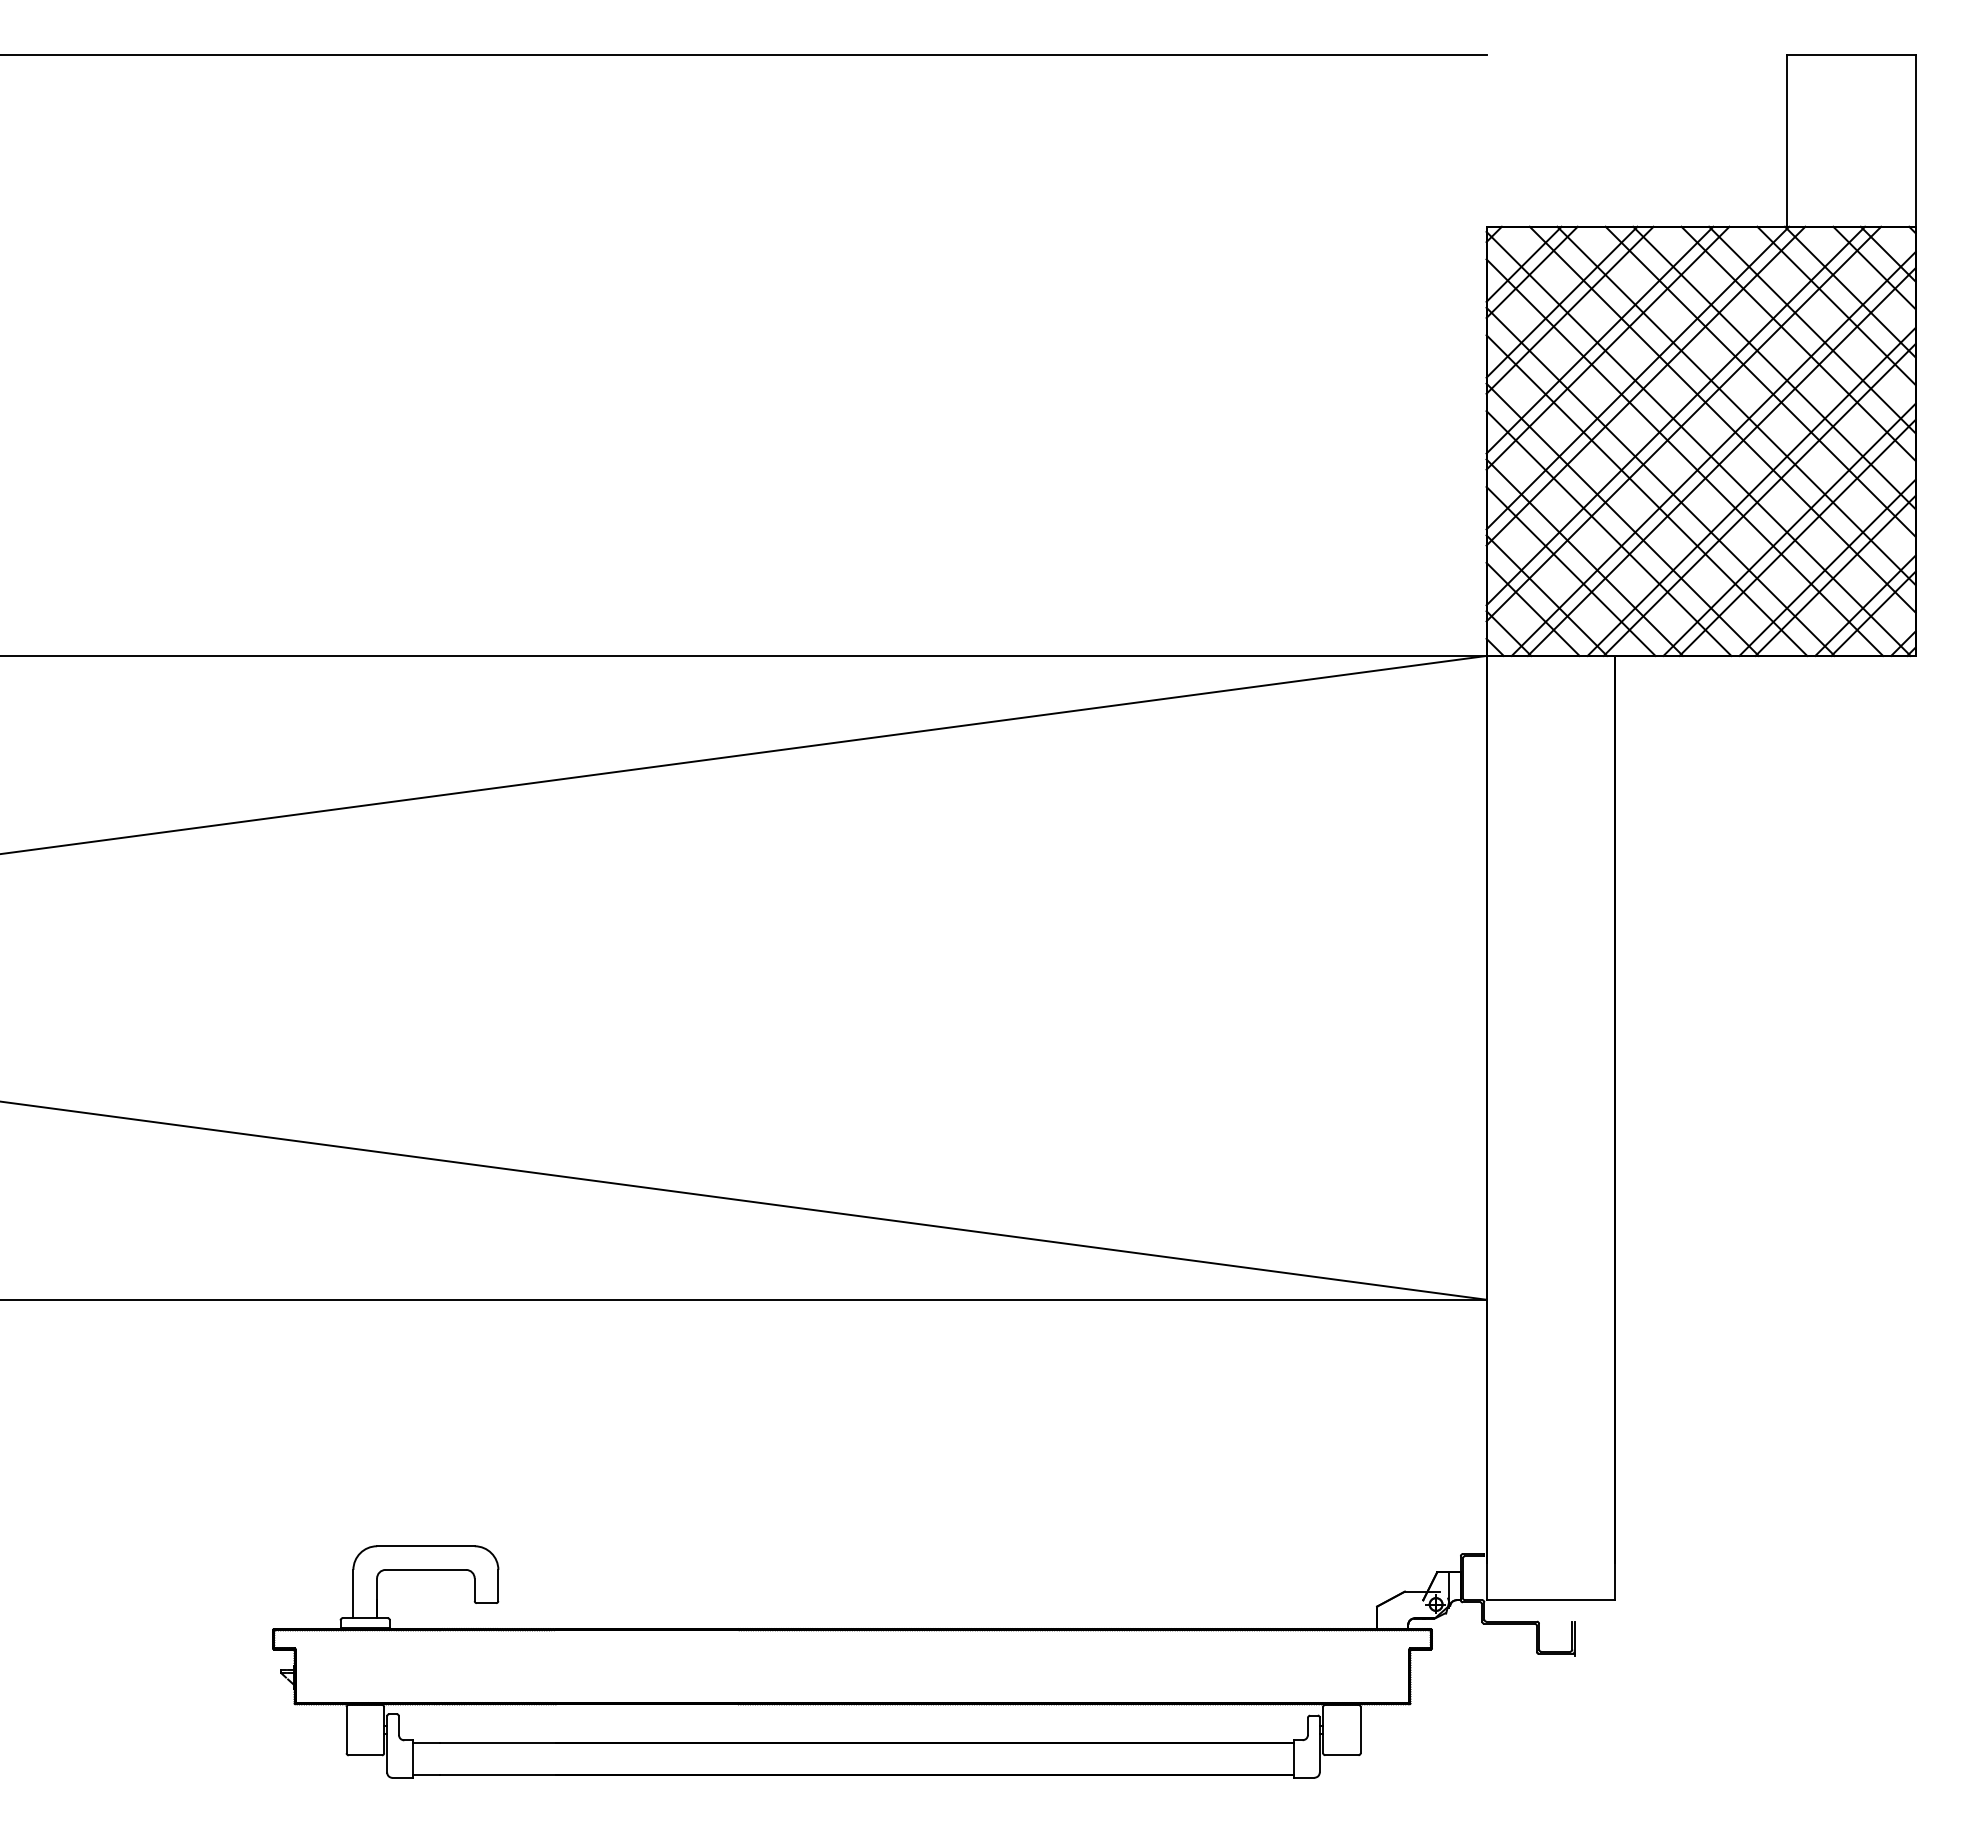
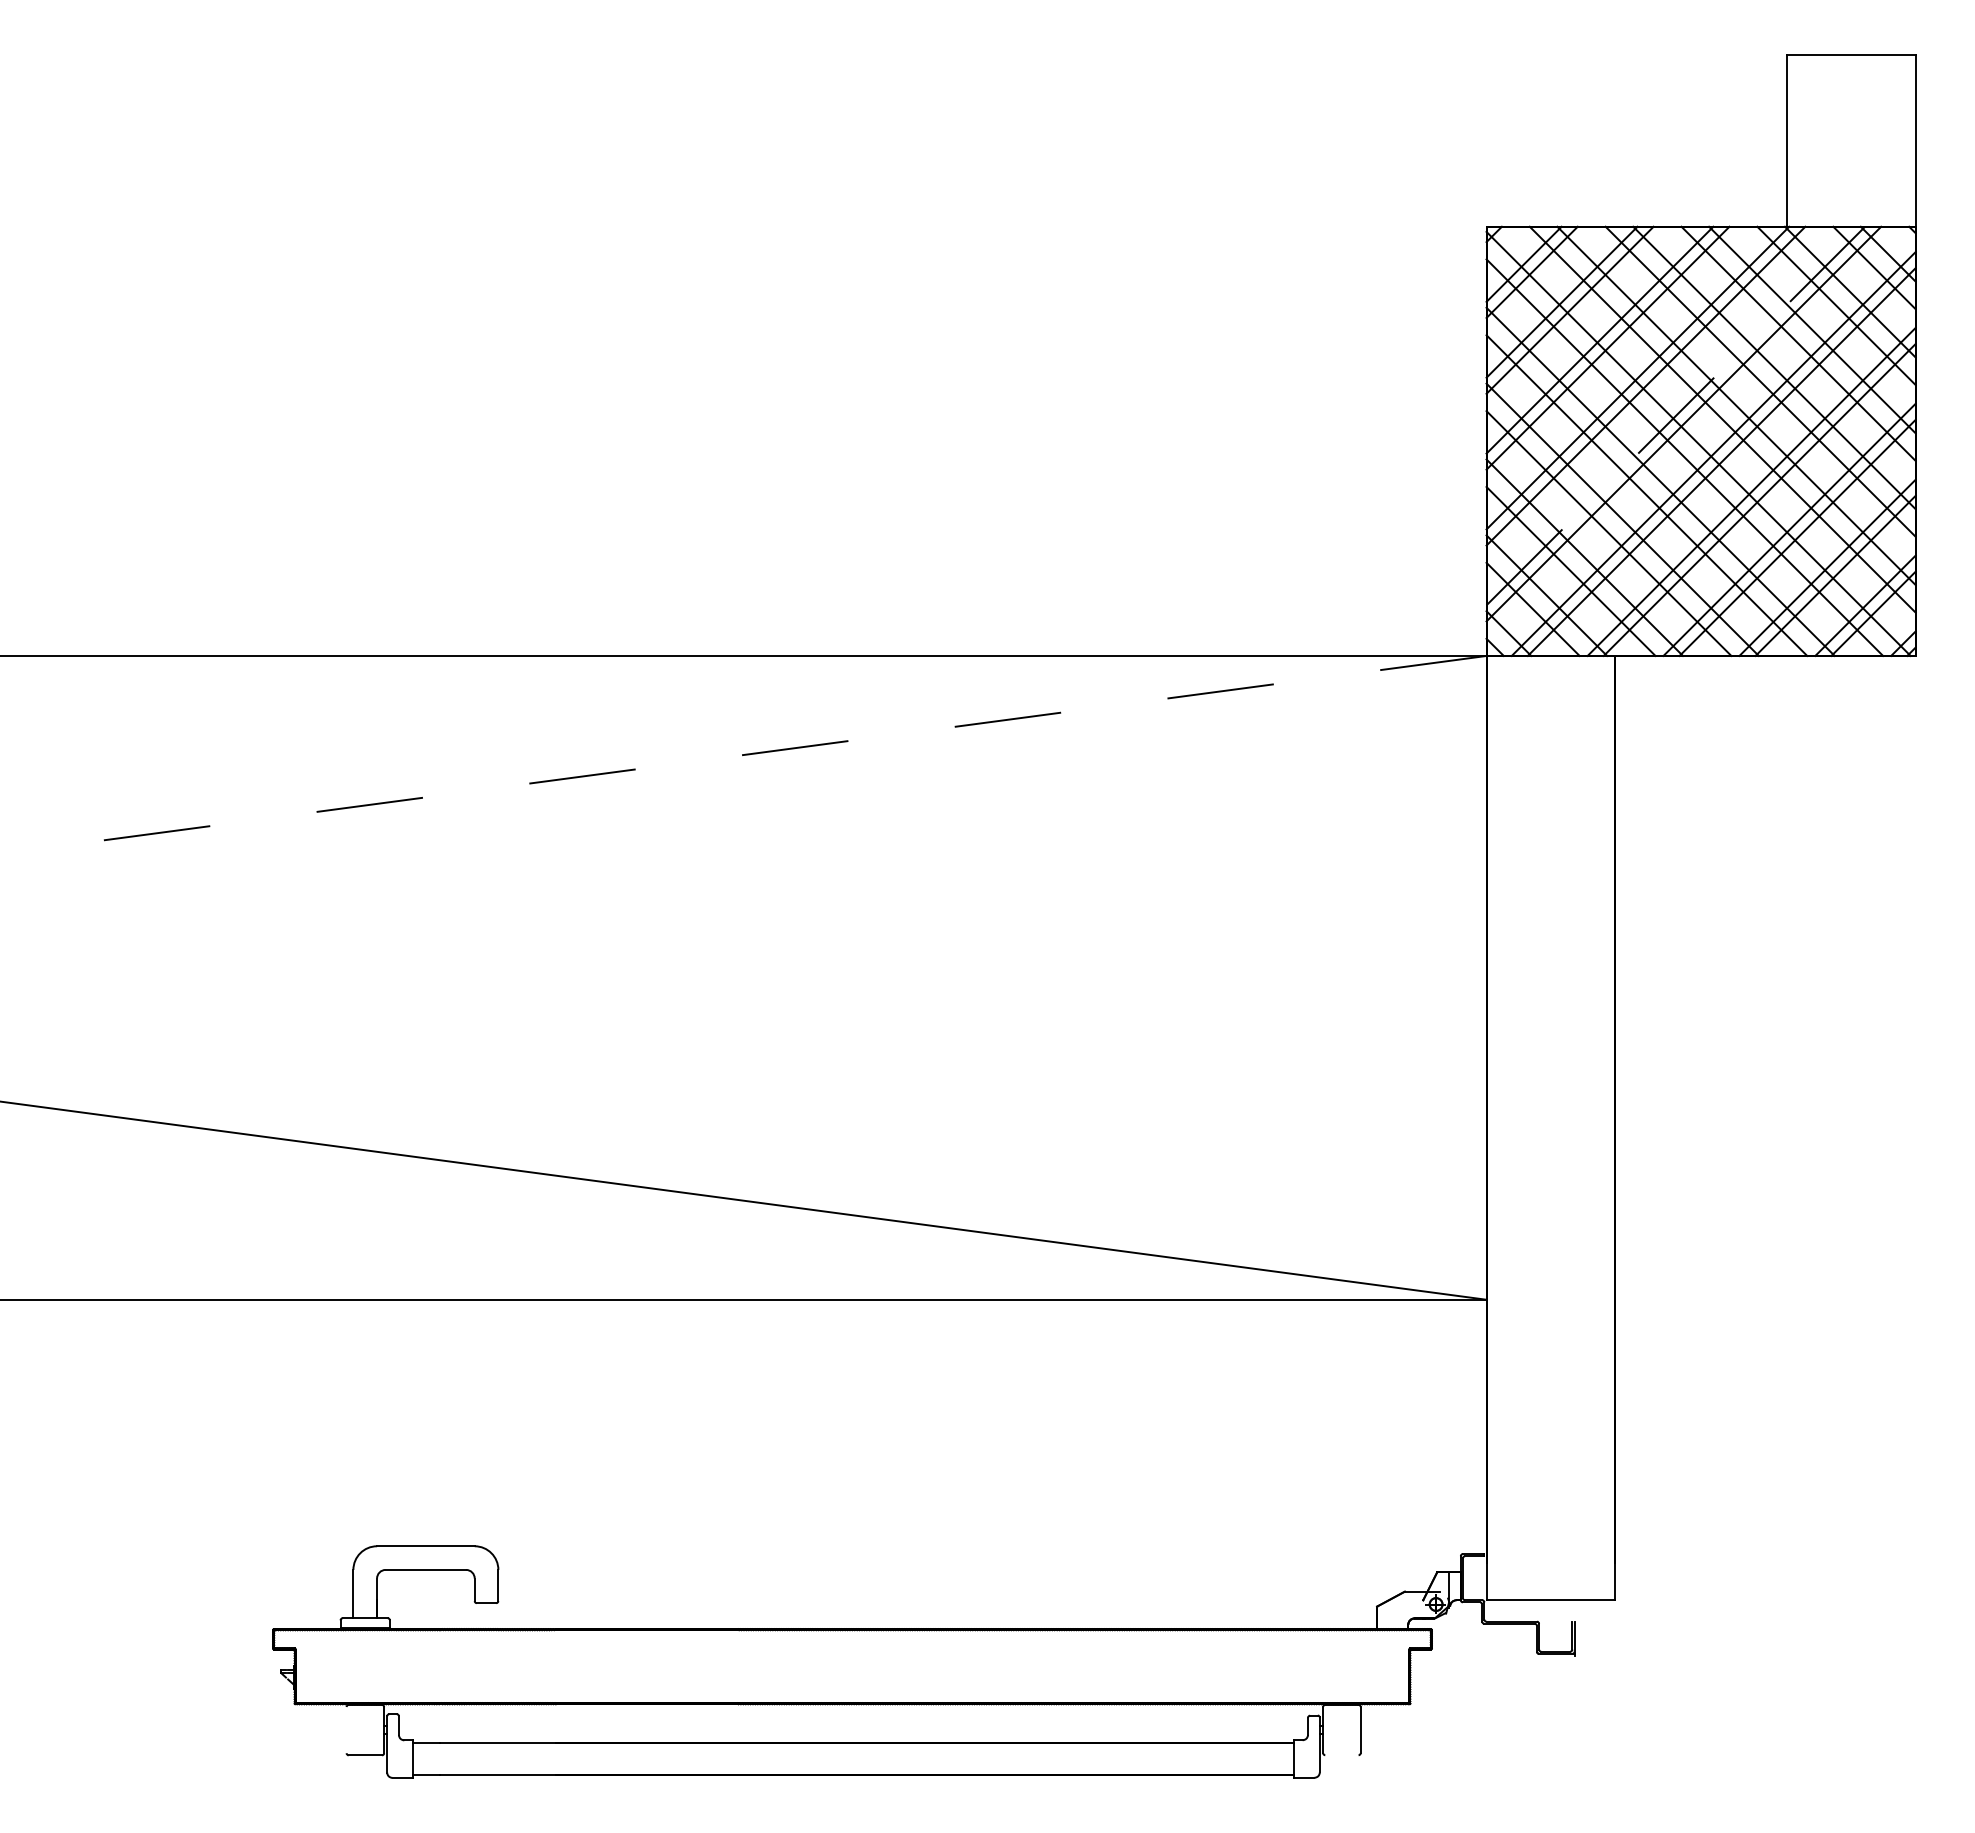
line at (744, 55): present -> none
line at (1675, 416): solid -> dashed
line at (743, 755): solid -> dashed
line at (346, 1730): present -> none
line at (1341, 1755): present -> none
